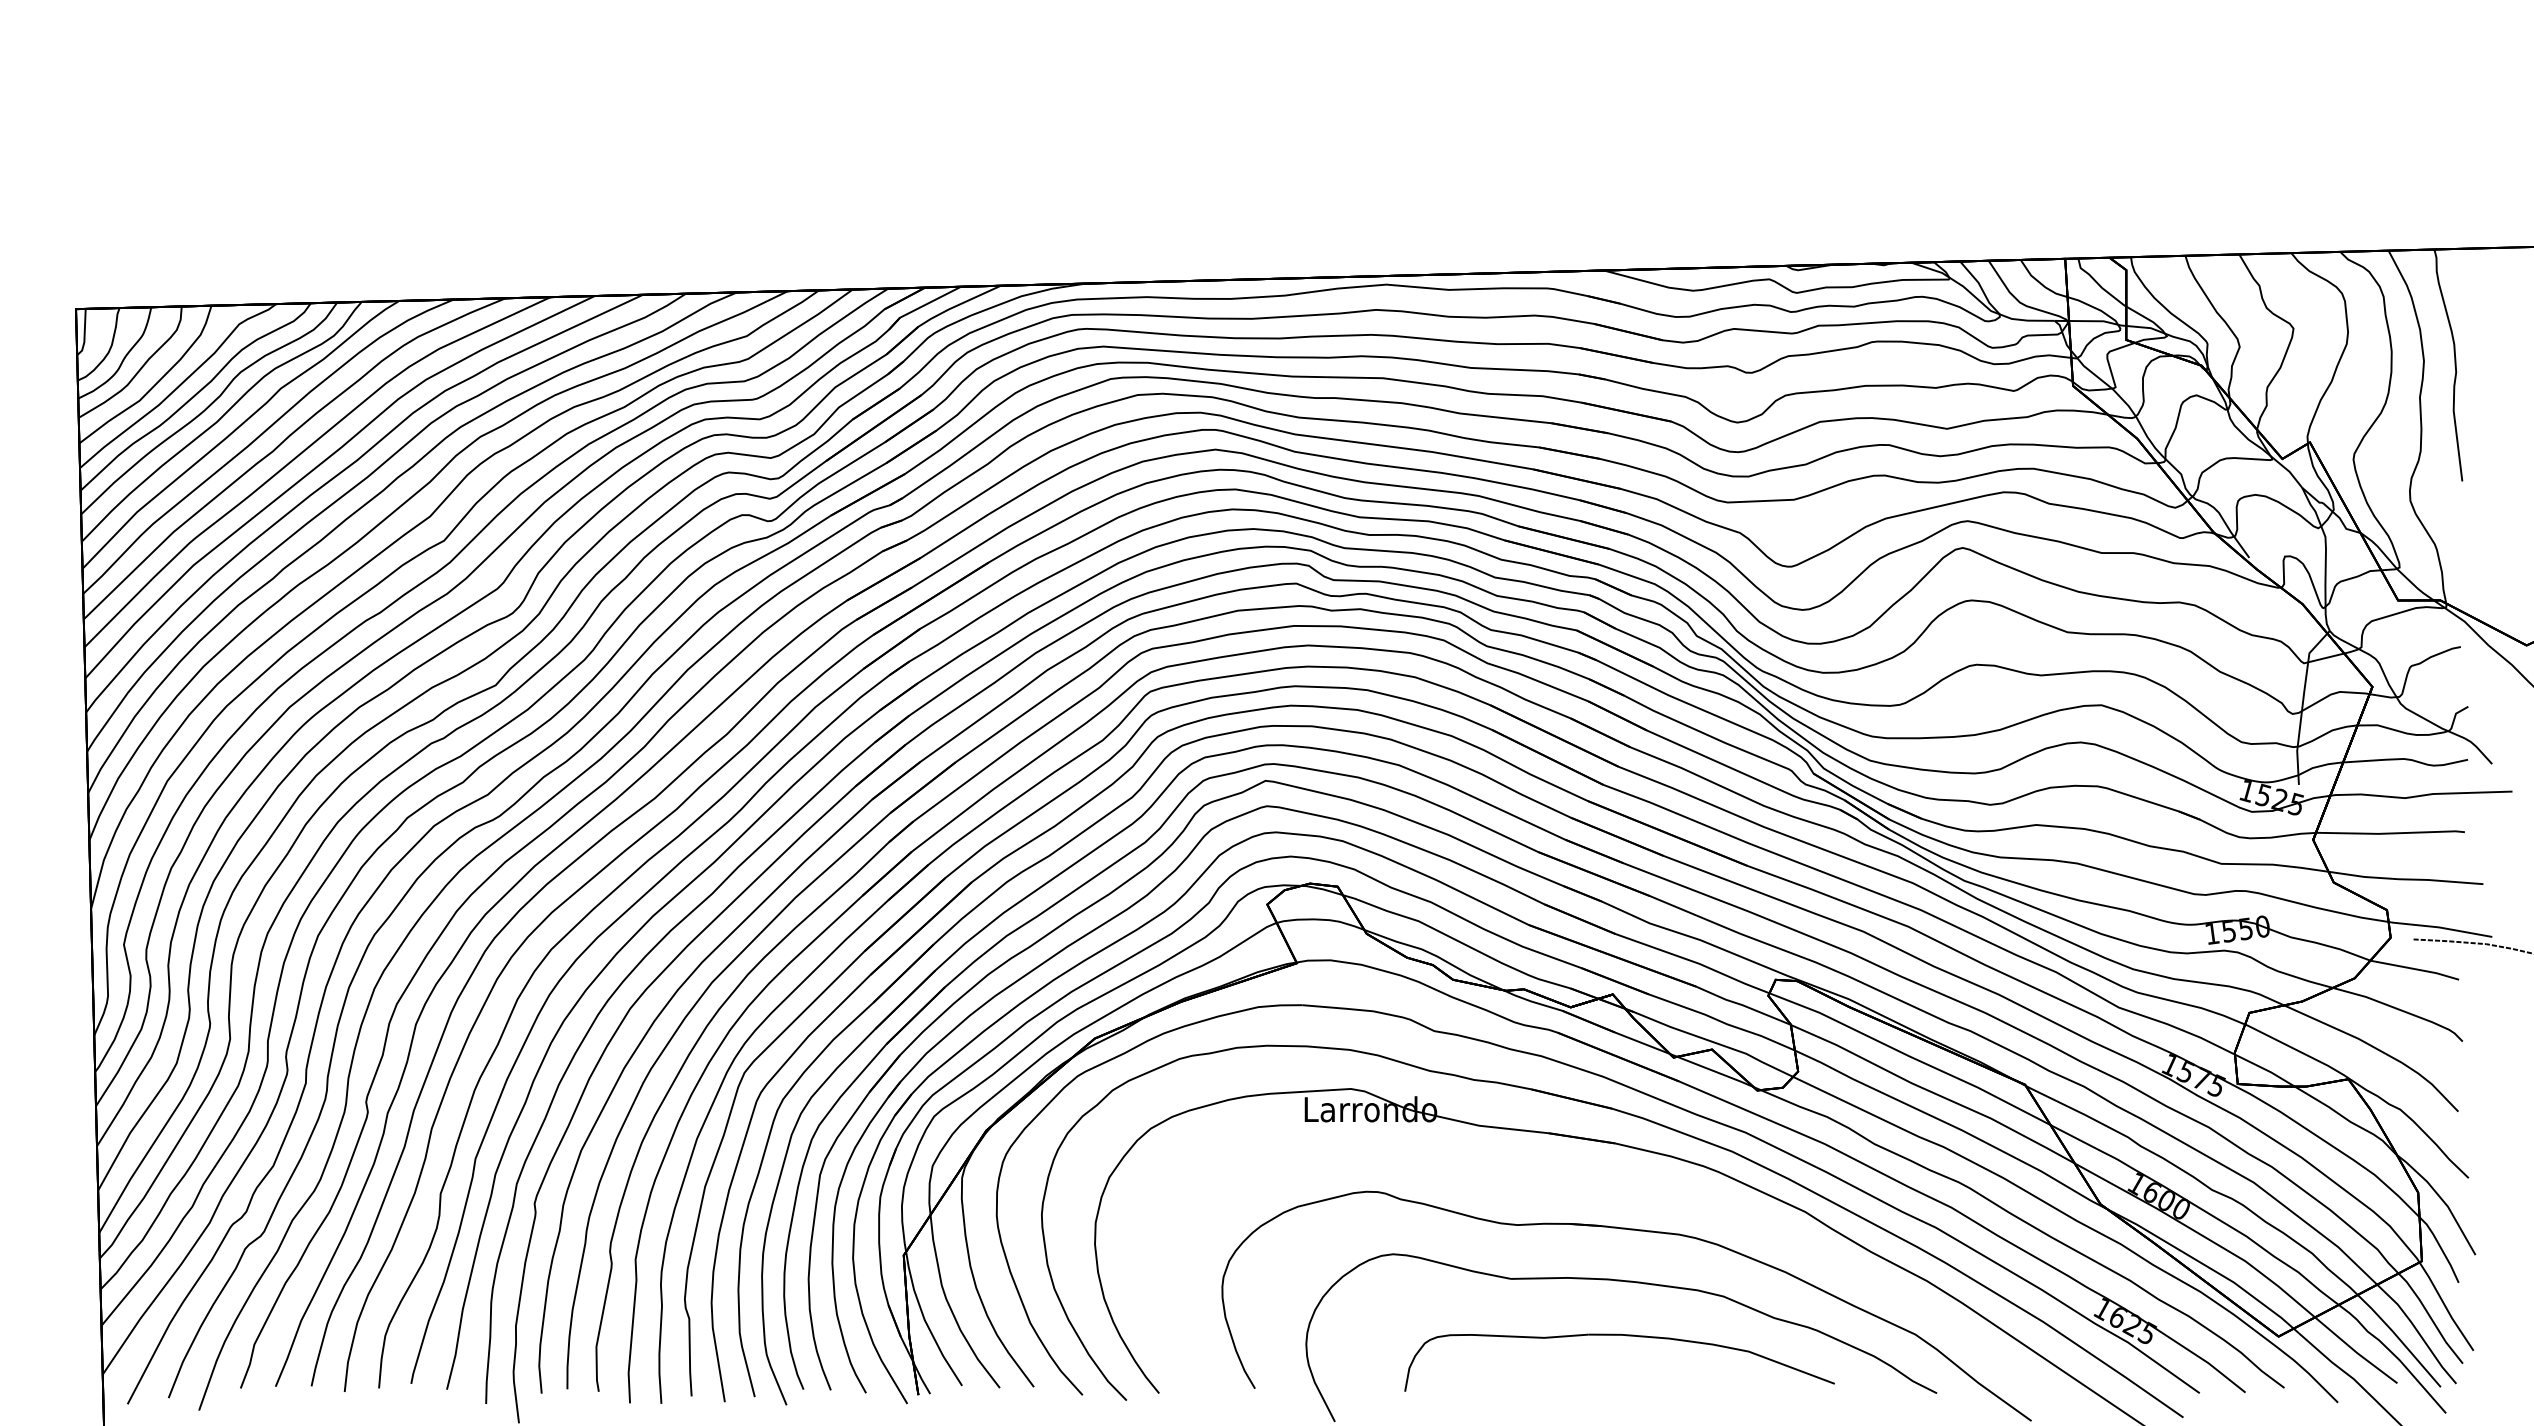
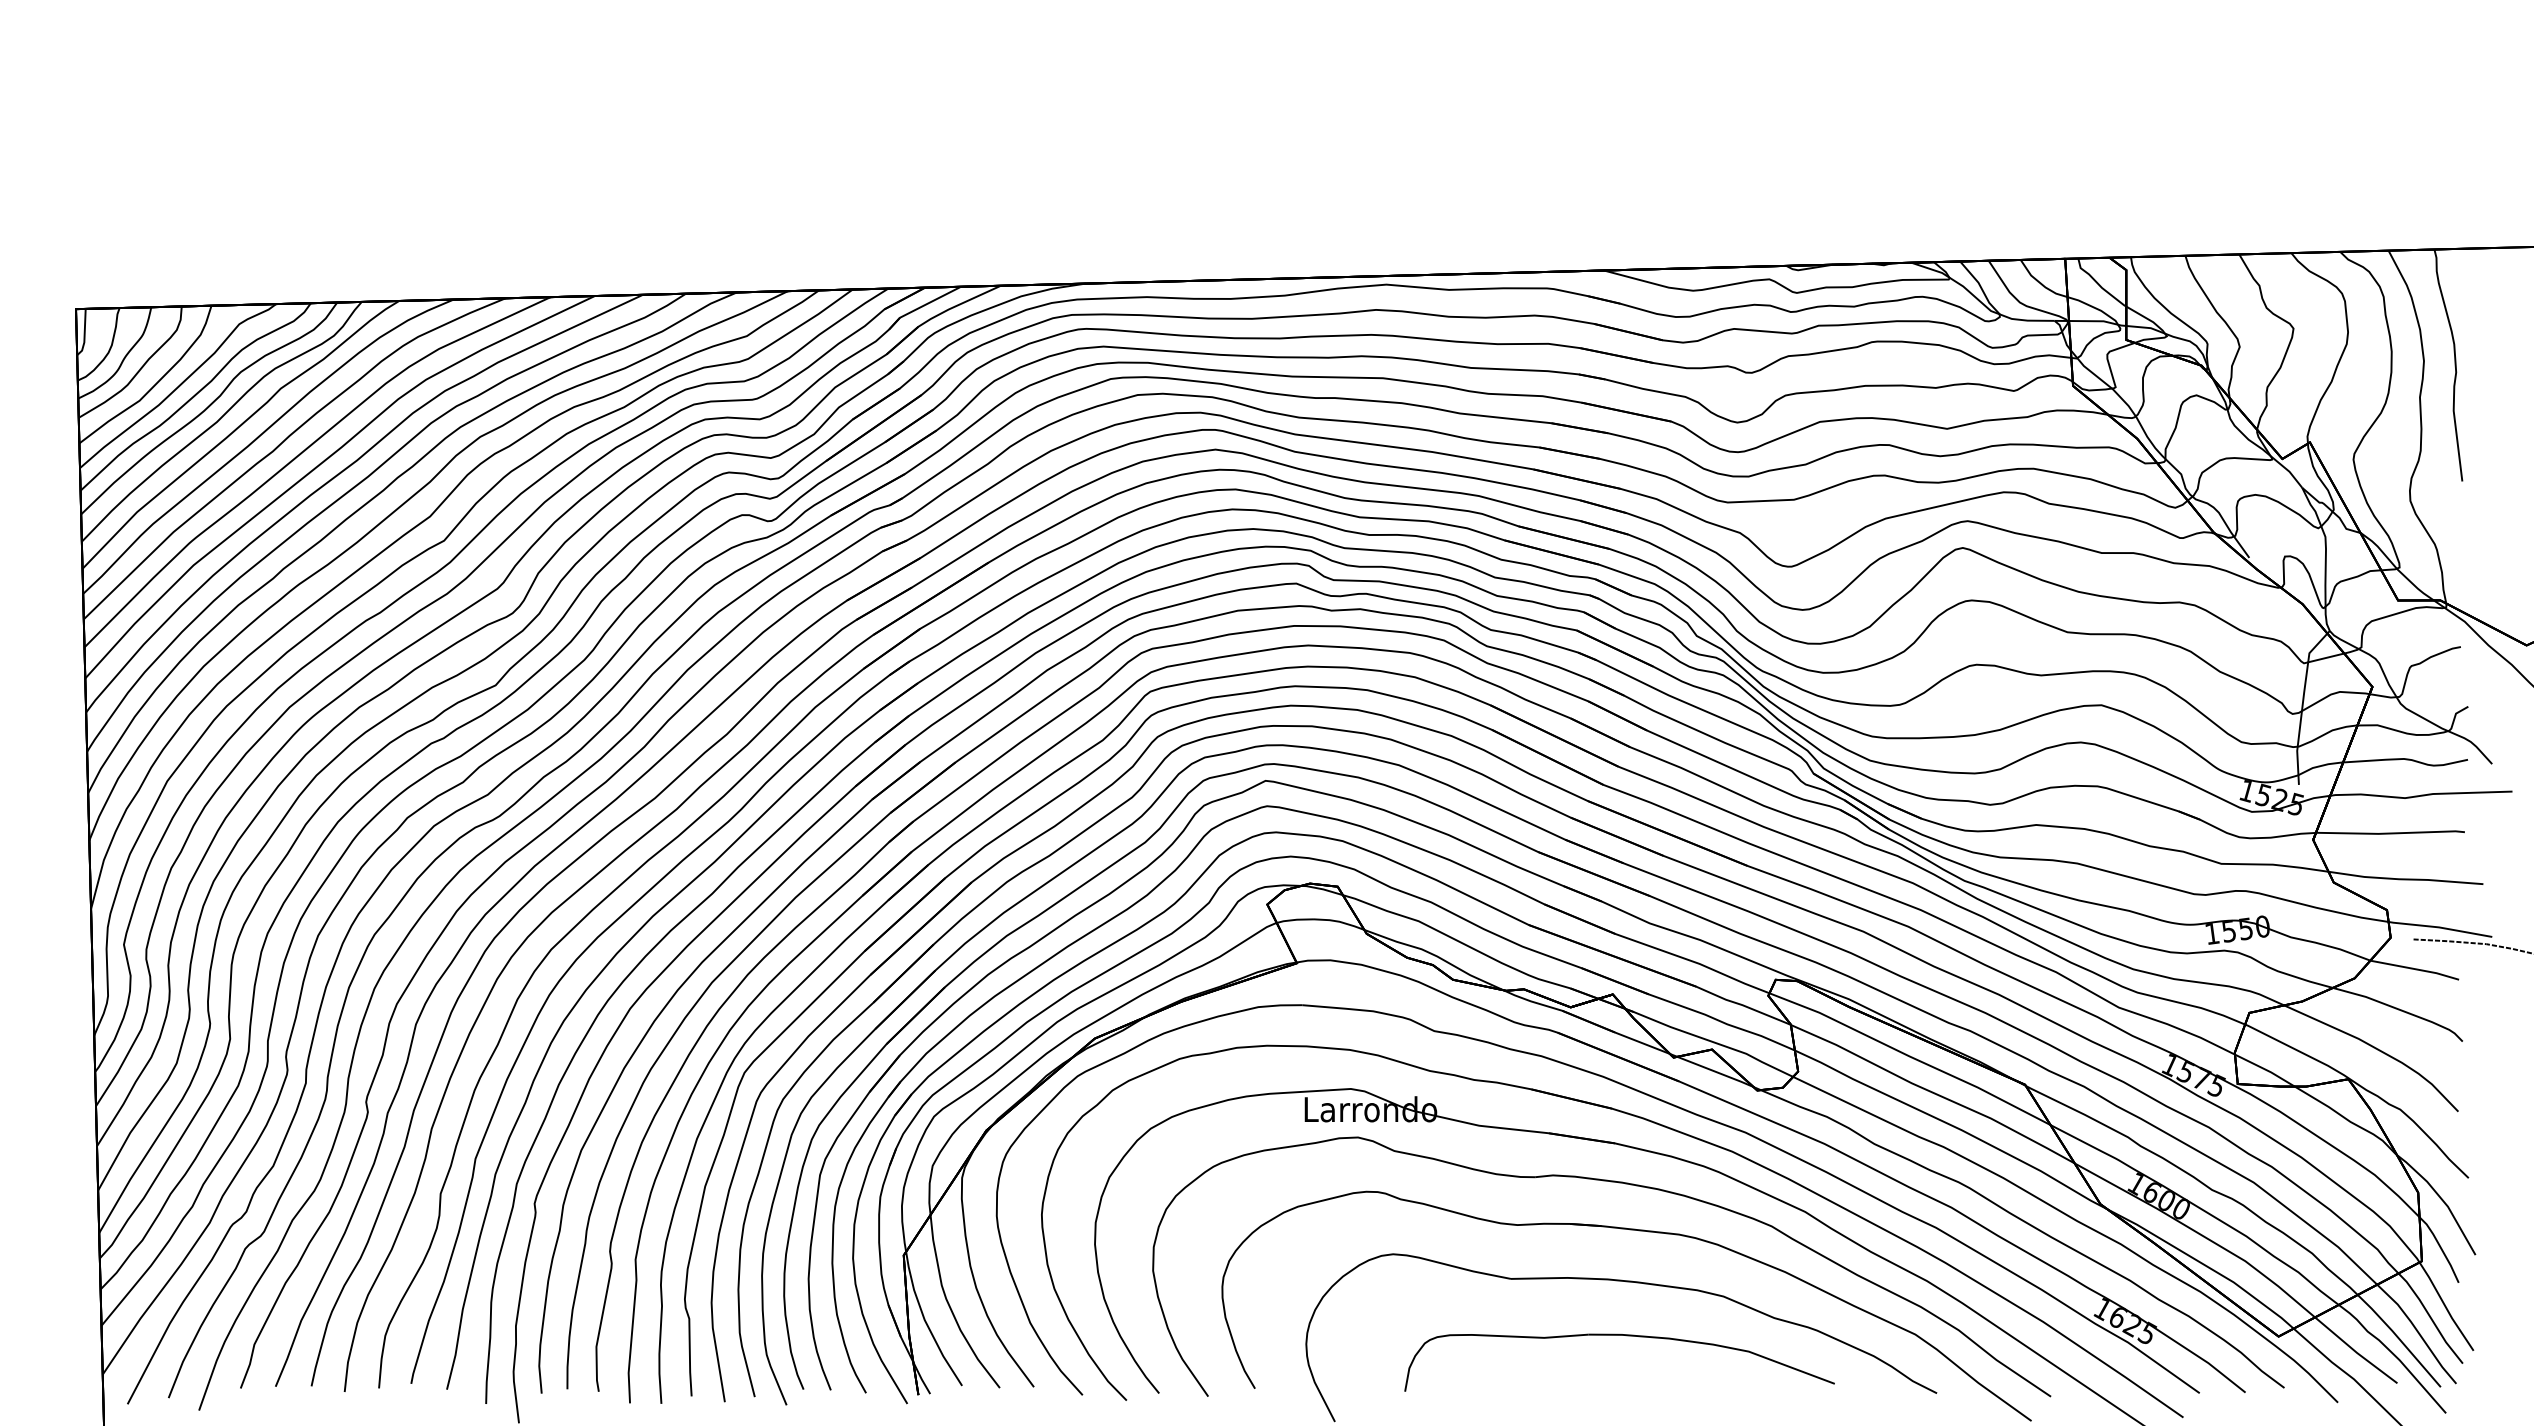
part at (1610, 1182): none -> present
